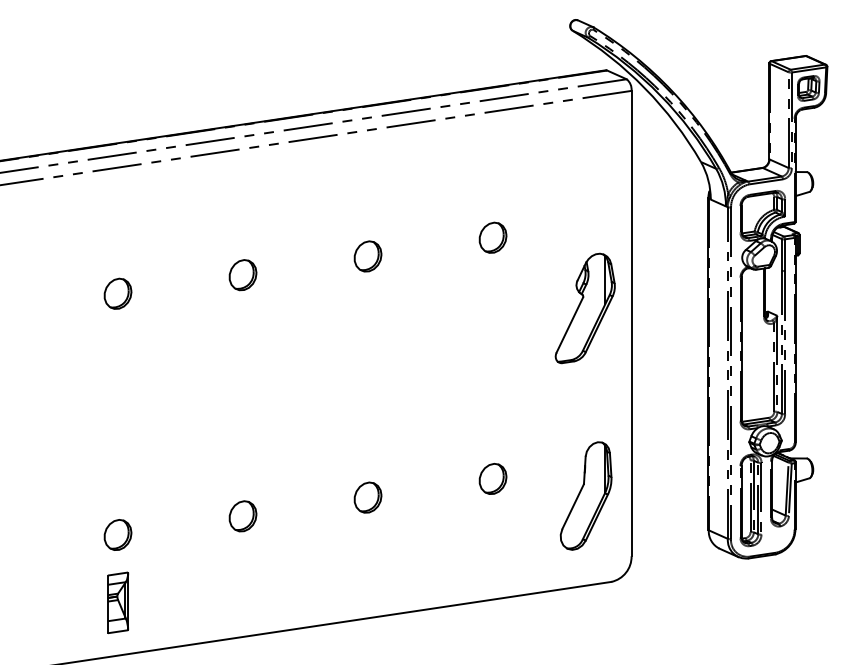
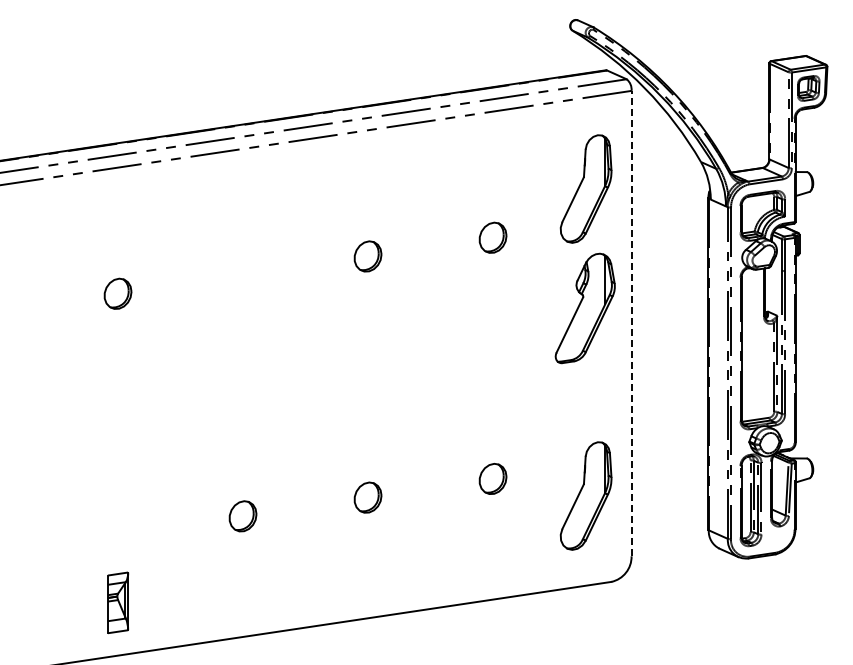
part at (585, 188): none -> present
part at (242, 275): present -> none
line at (631, 323): solid -> dashed
part at (117, 534): present -> none
